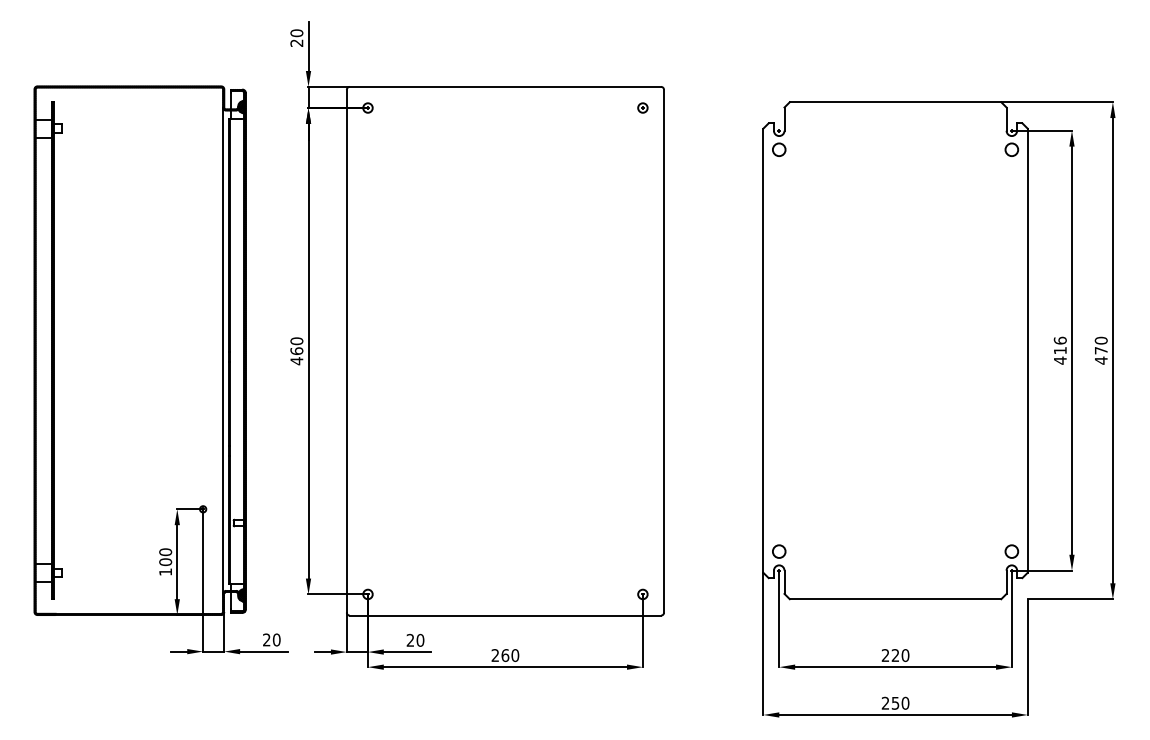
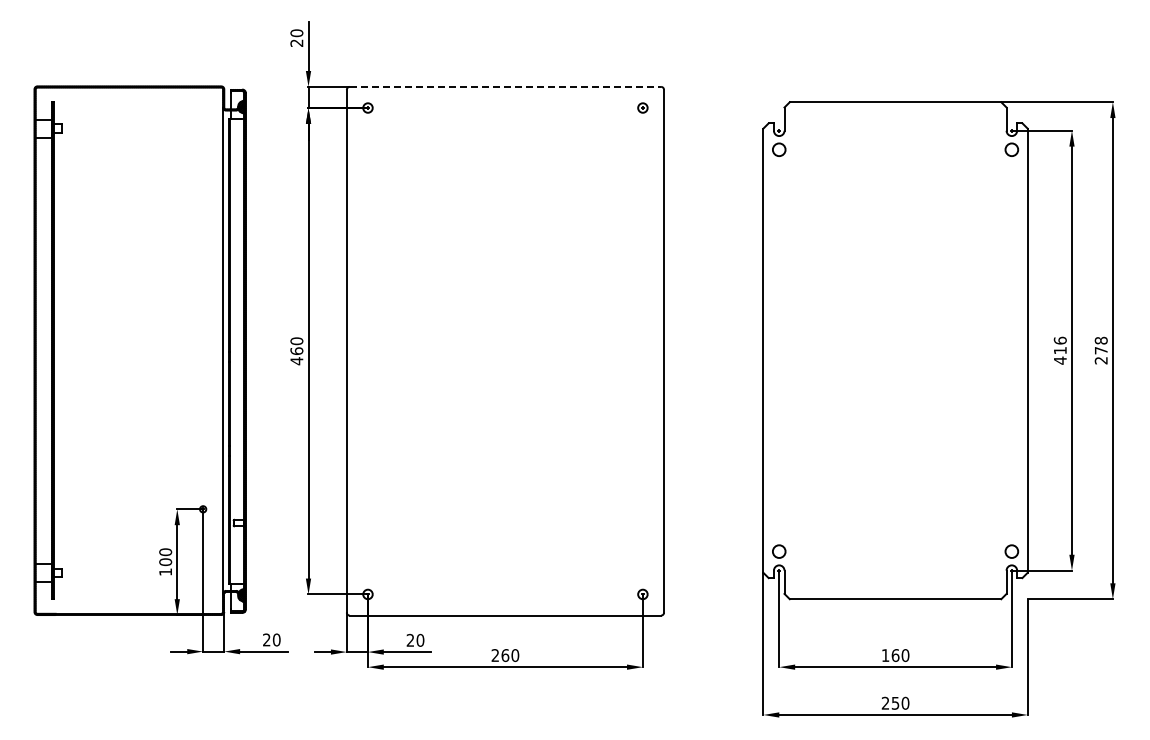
line at (505, 86): solid -> dashed
text at (1100, 350): 470 -> 278
text at (890, 655): 220 -> 160
